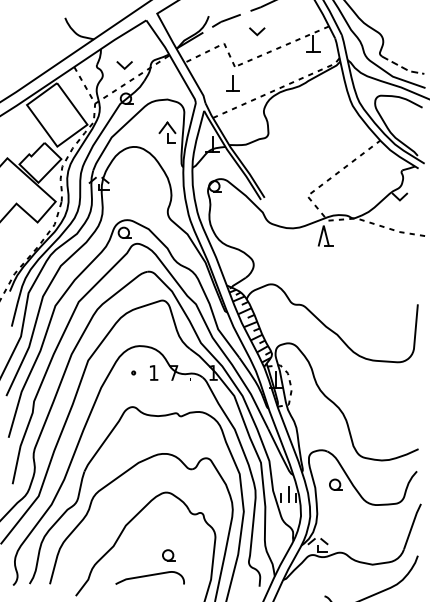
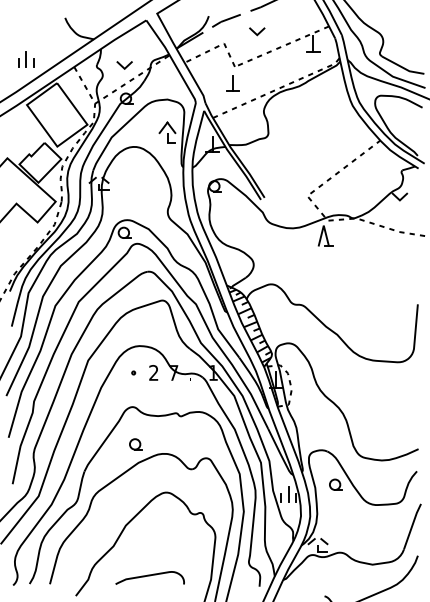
part at (26, 59): none -> present
line at (403, 68): dashed -> solid
text at (153, 372): 1 -> 2
part at (168, 555) position: (168, 555) -> (135, 444)
